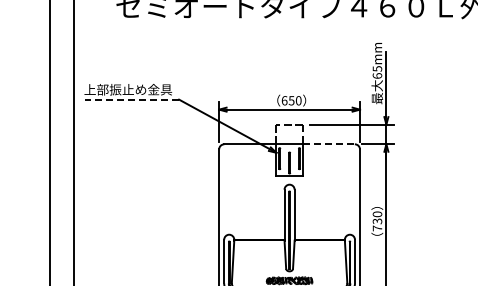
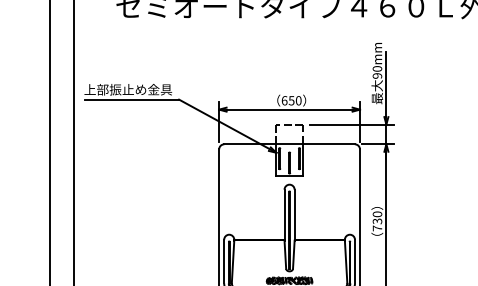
text at (377, 72): 65mm -> 90mm
line at (131, 99): dashed -> solid
line at (329, 144): dashed -> solid
